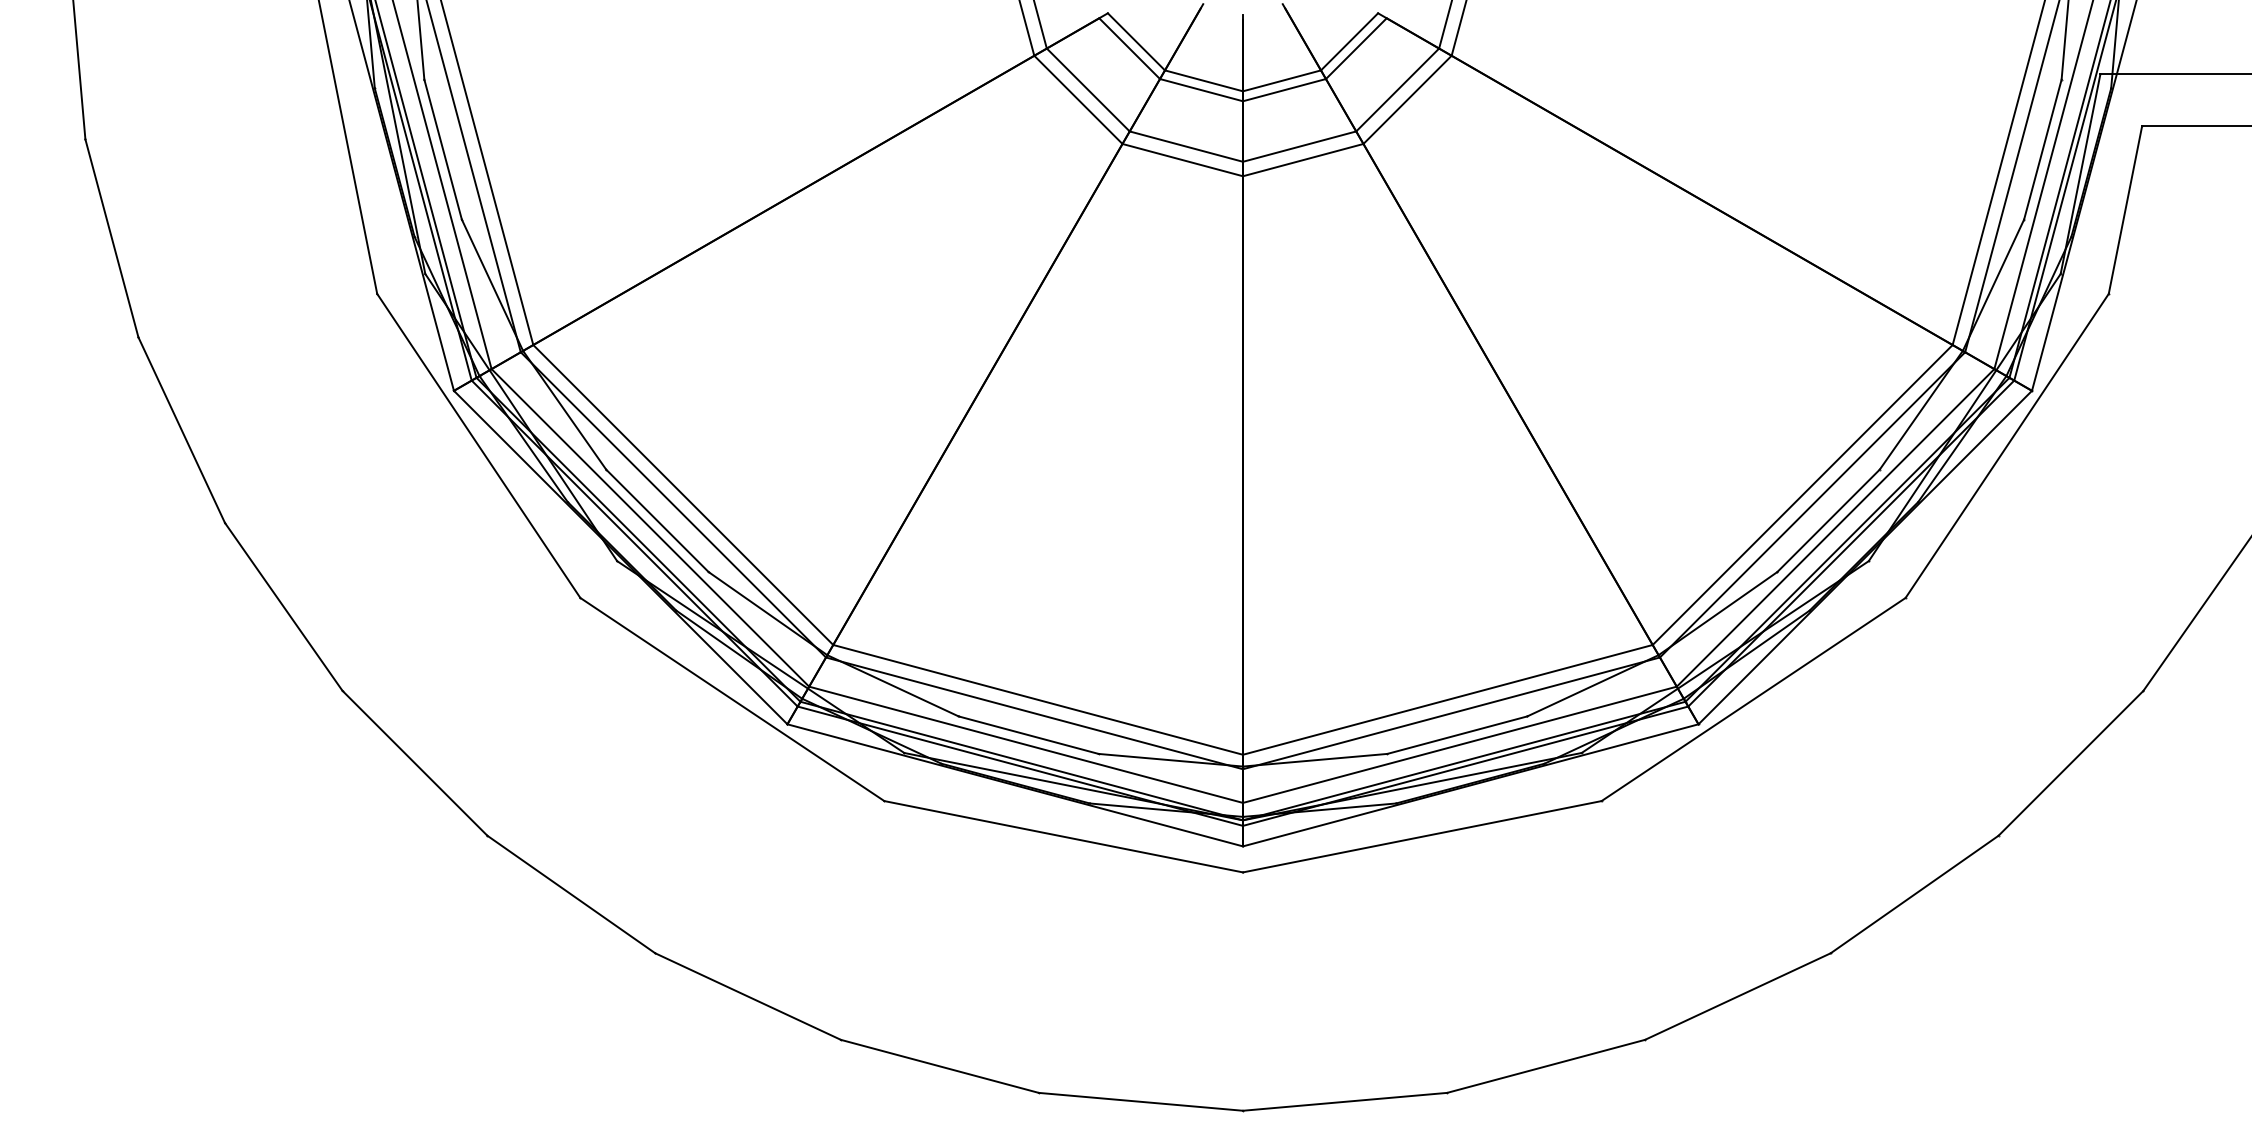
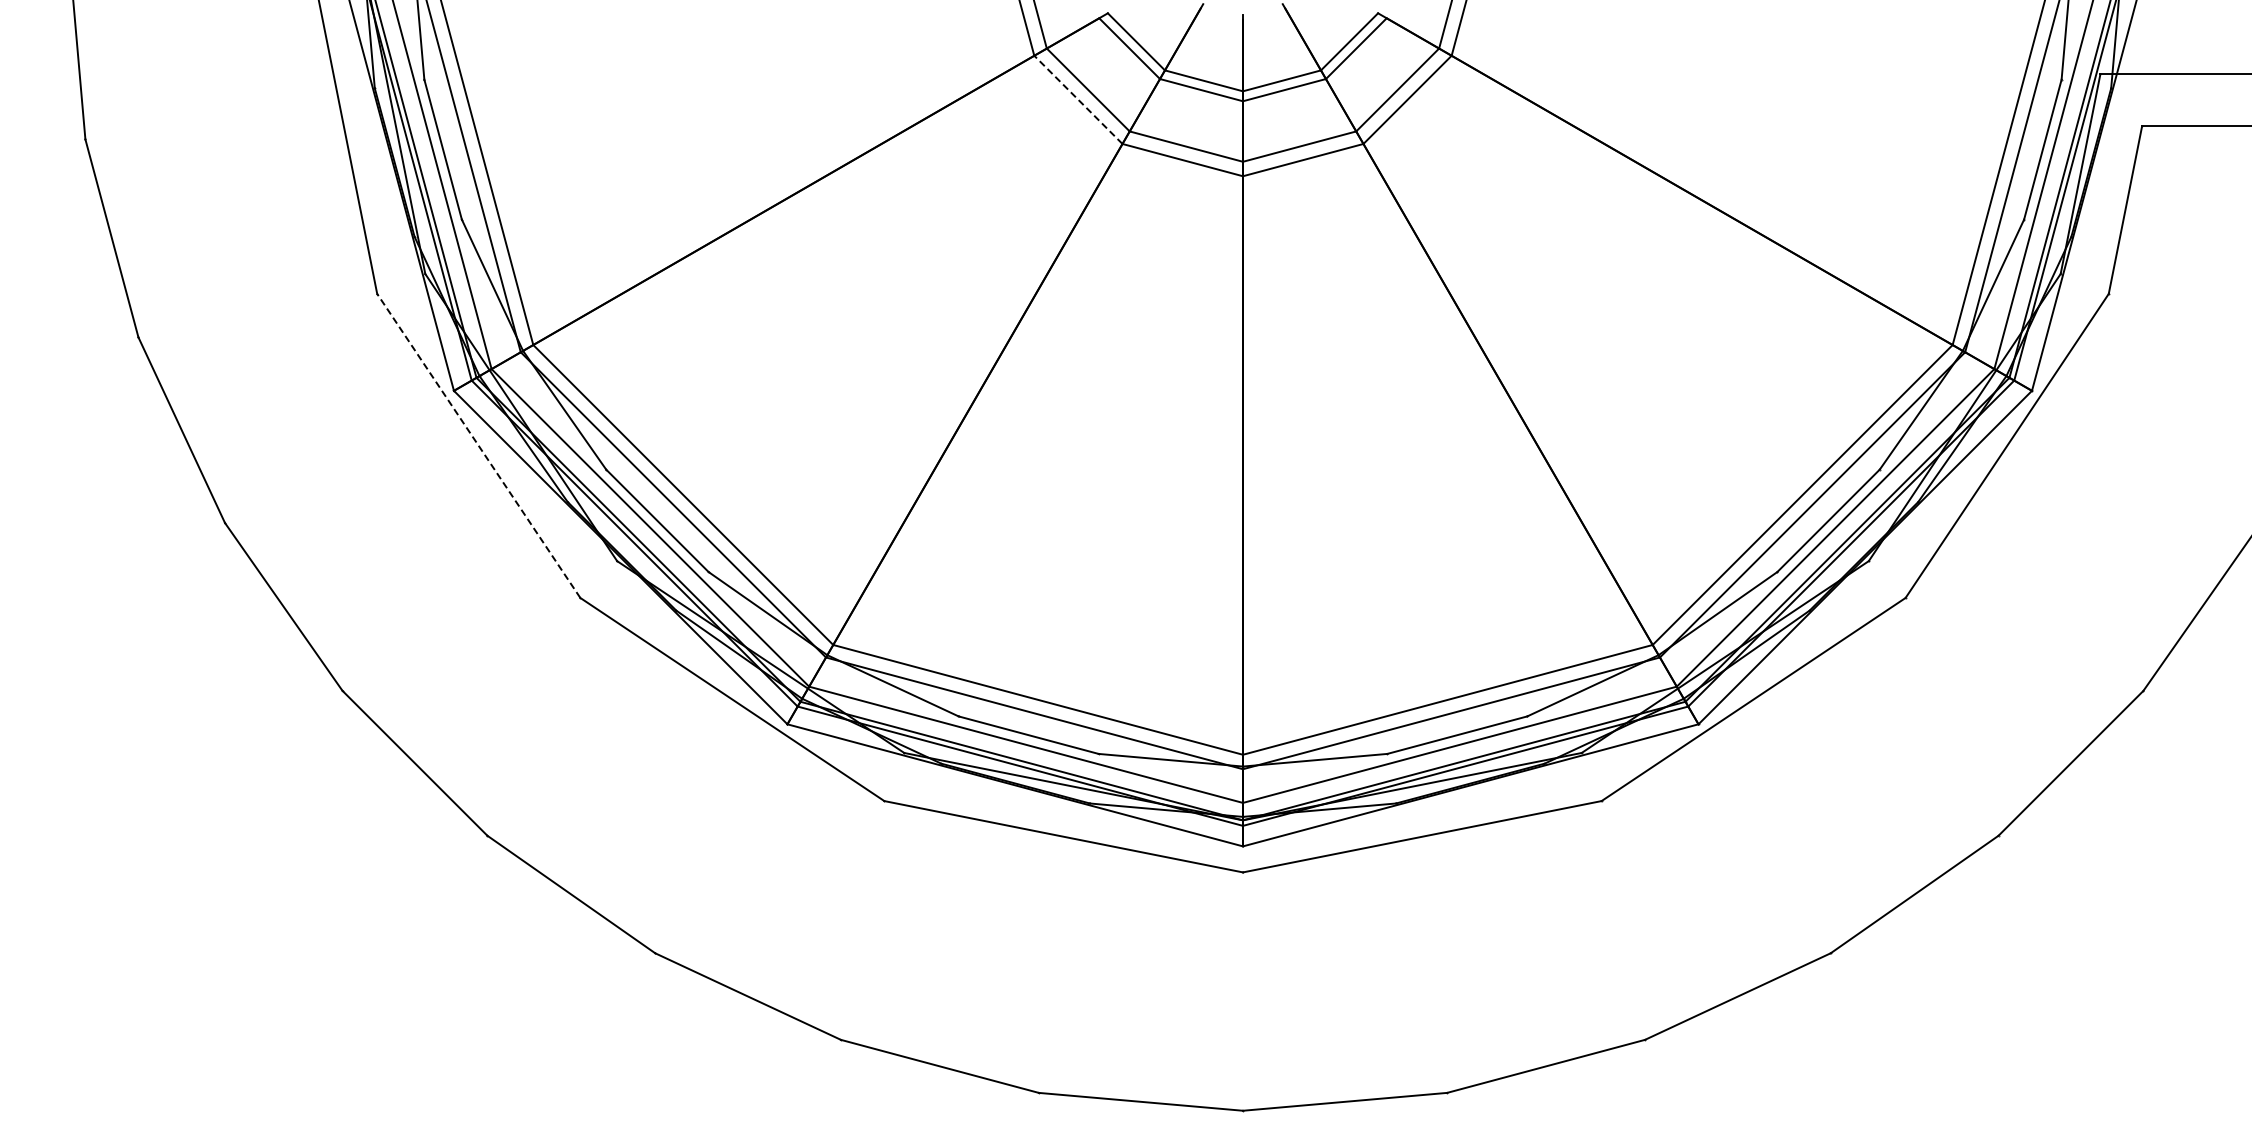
line at (1078, 99): solid -> dashed
line at (478, 445): solid -> dashed
